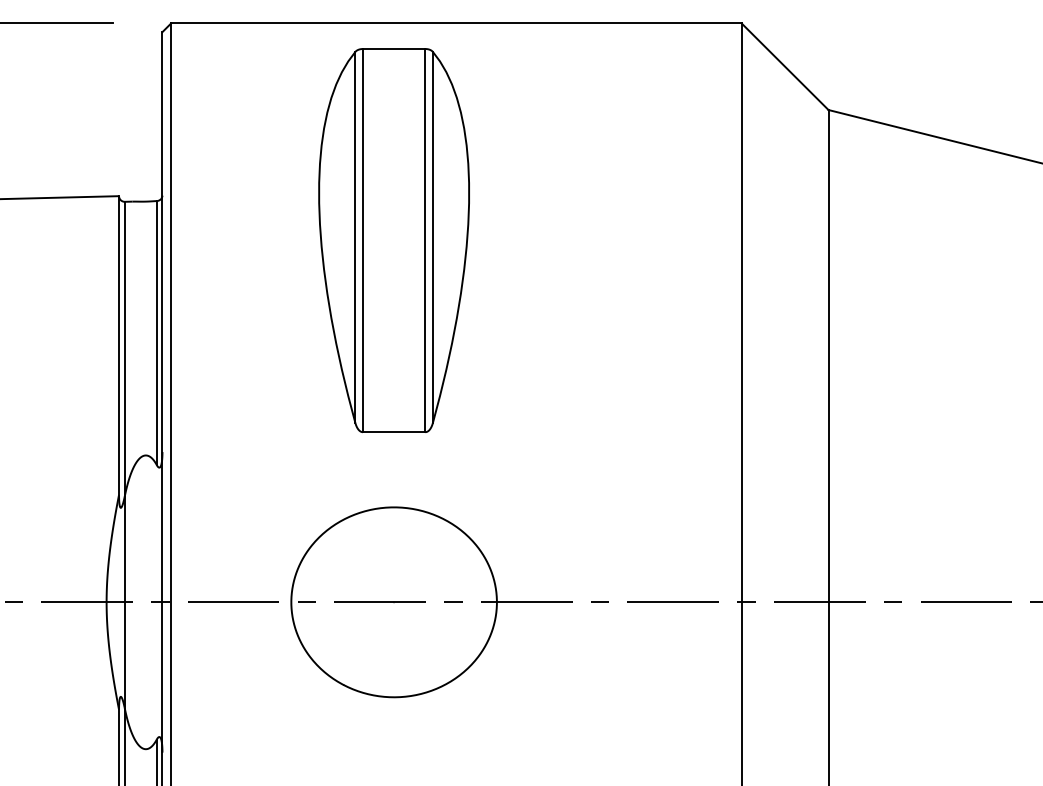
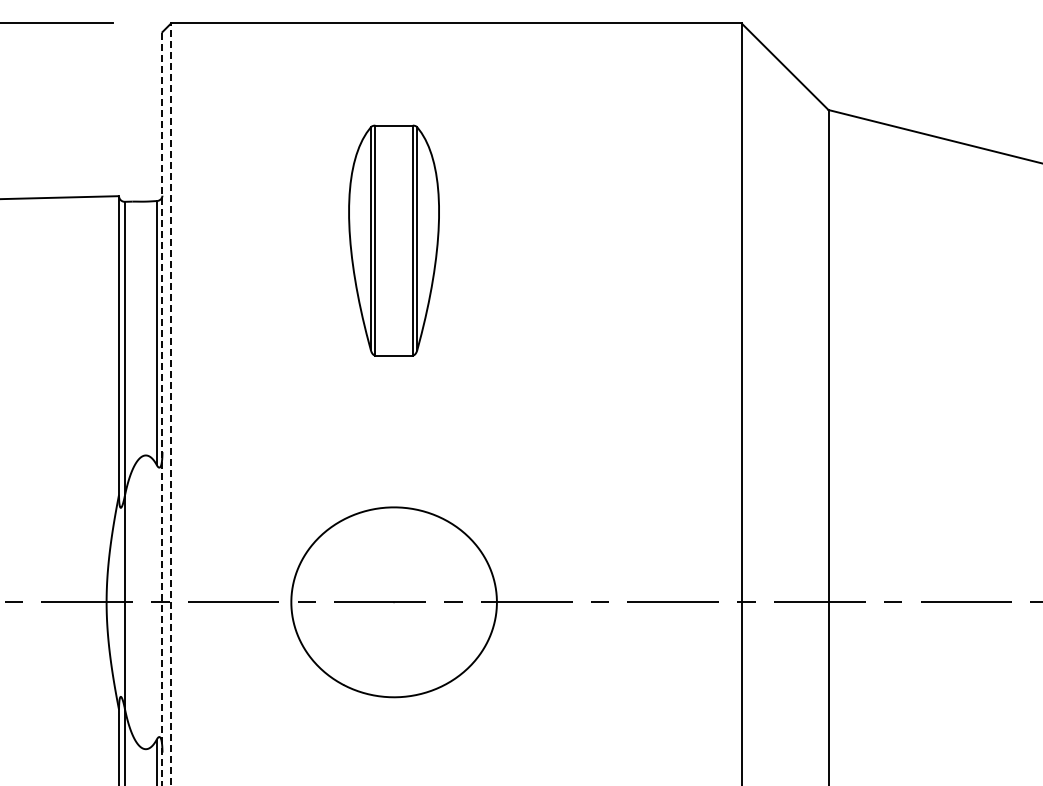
part at (393, 240) size: 152x385 px -> 92x233 px
line at (171, 404): solid -> dashed
line at (162, 408): solid -> dashed
